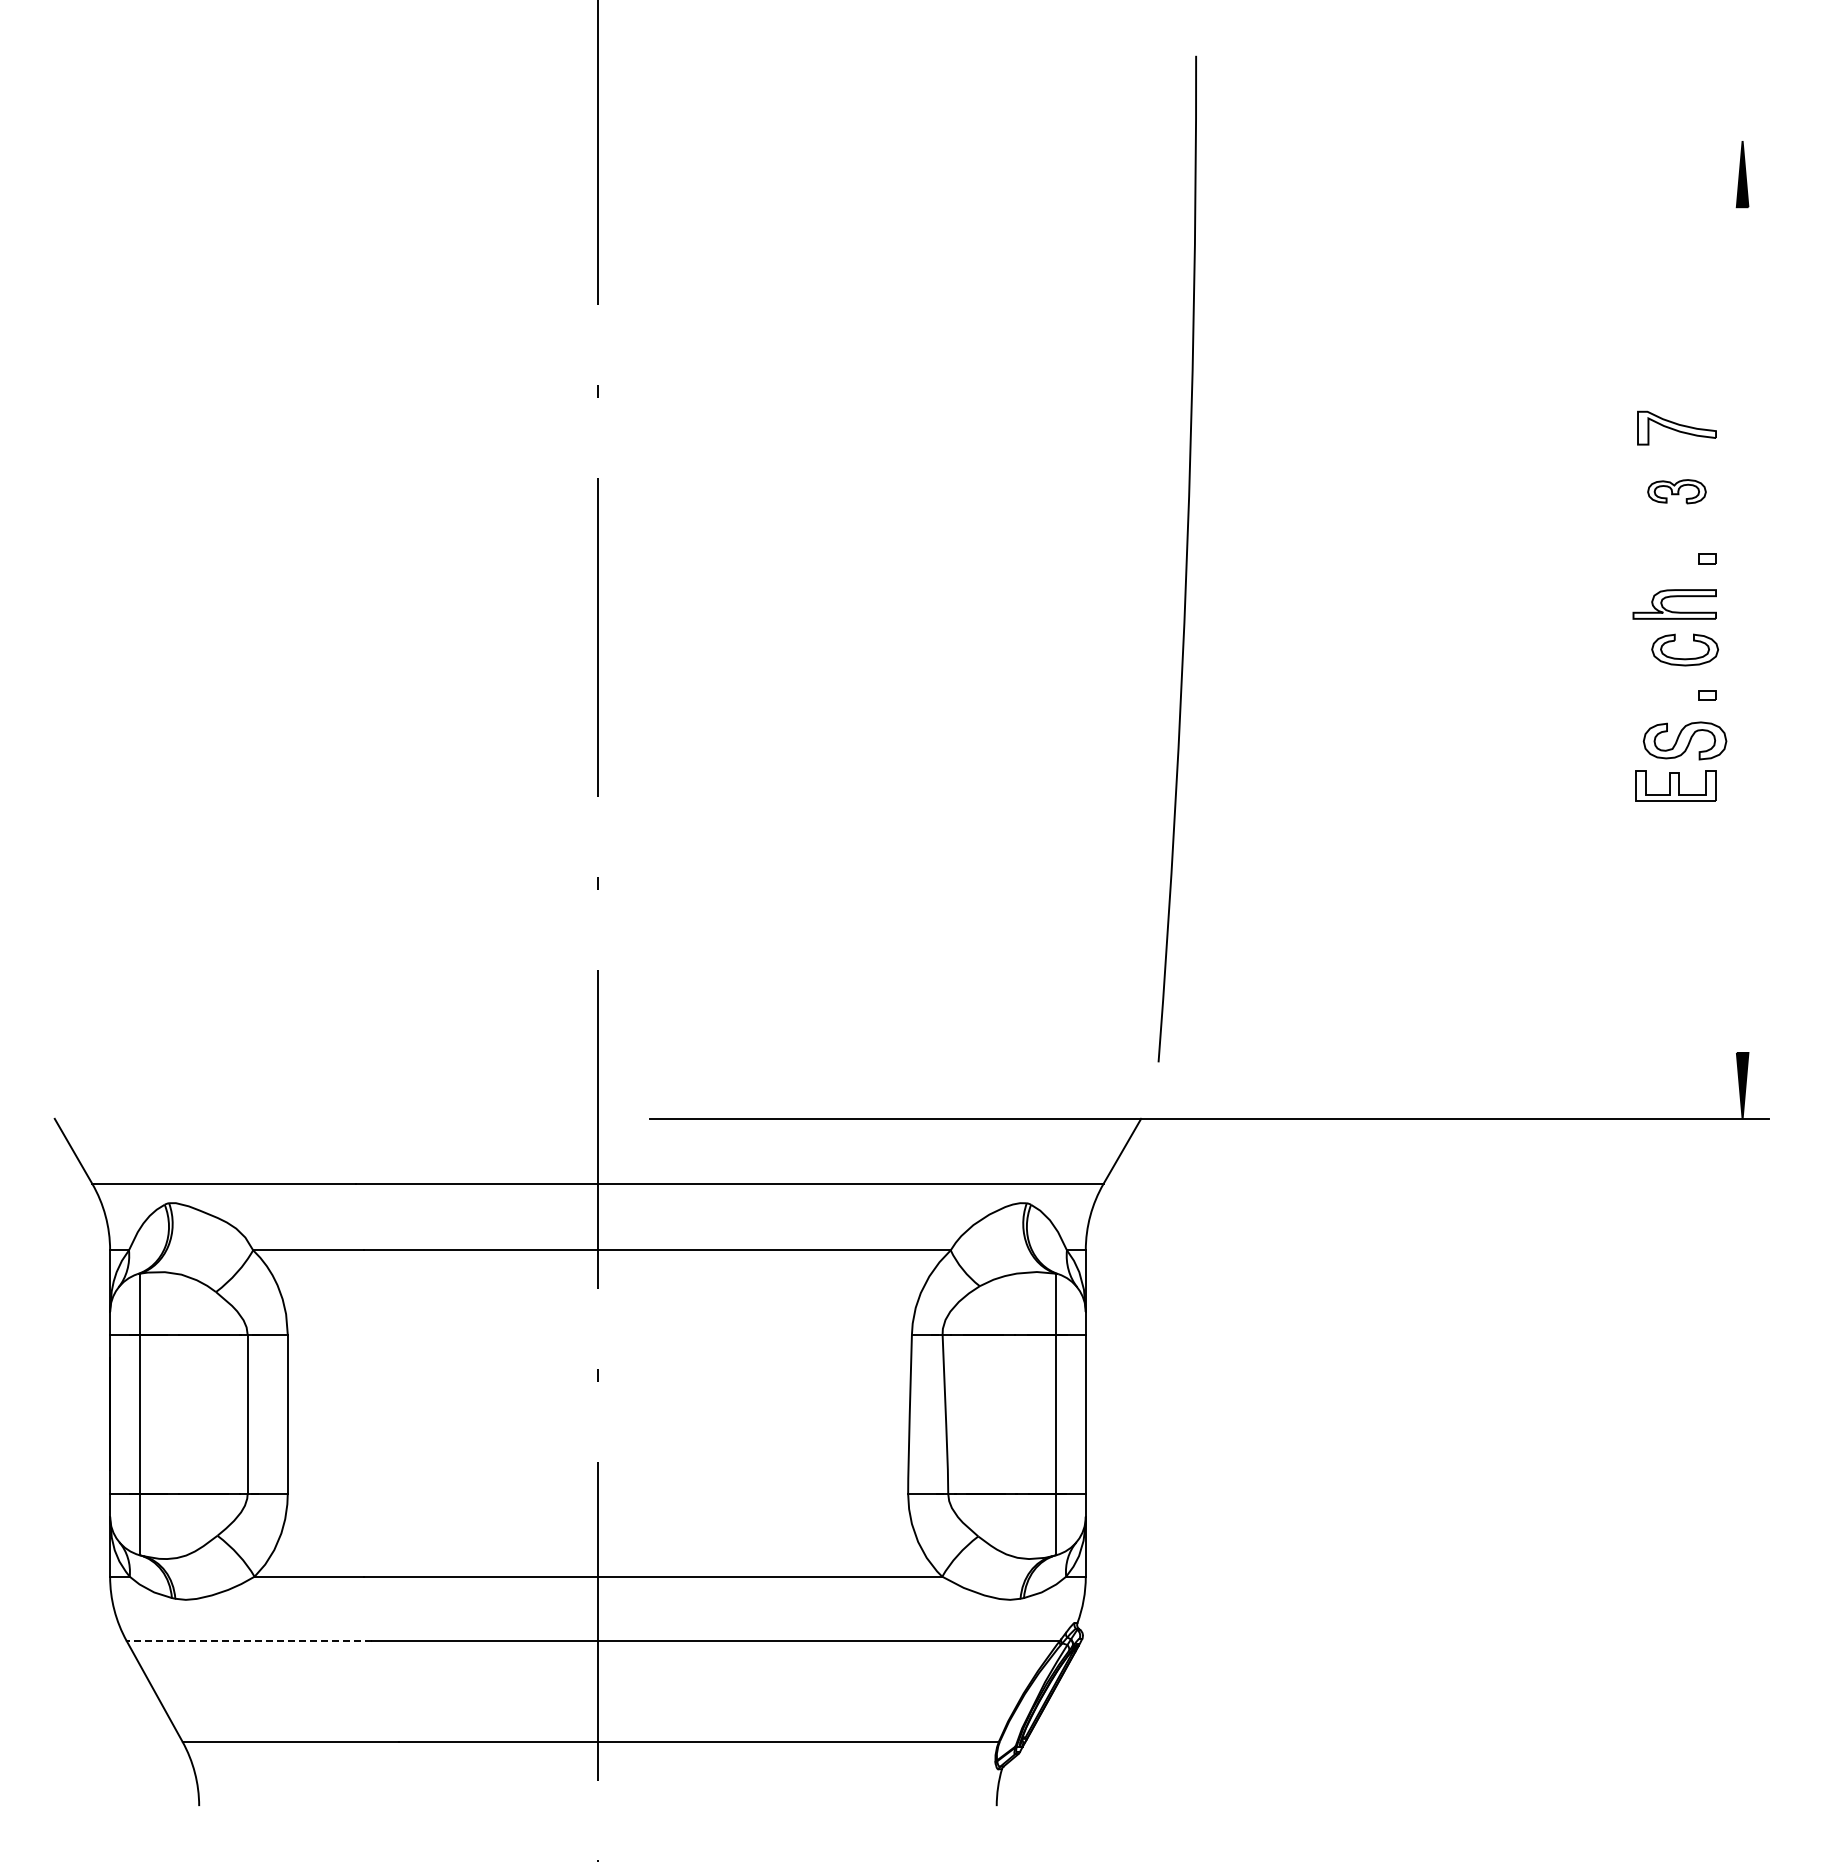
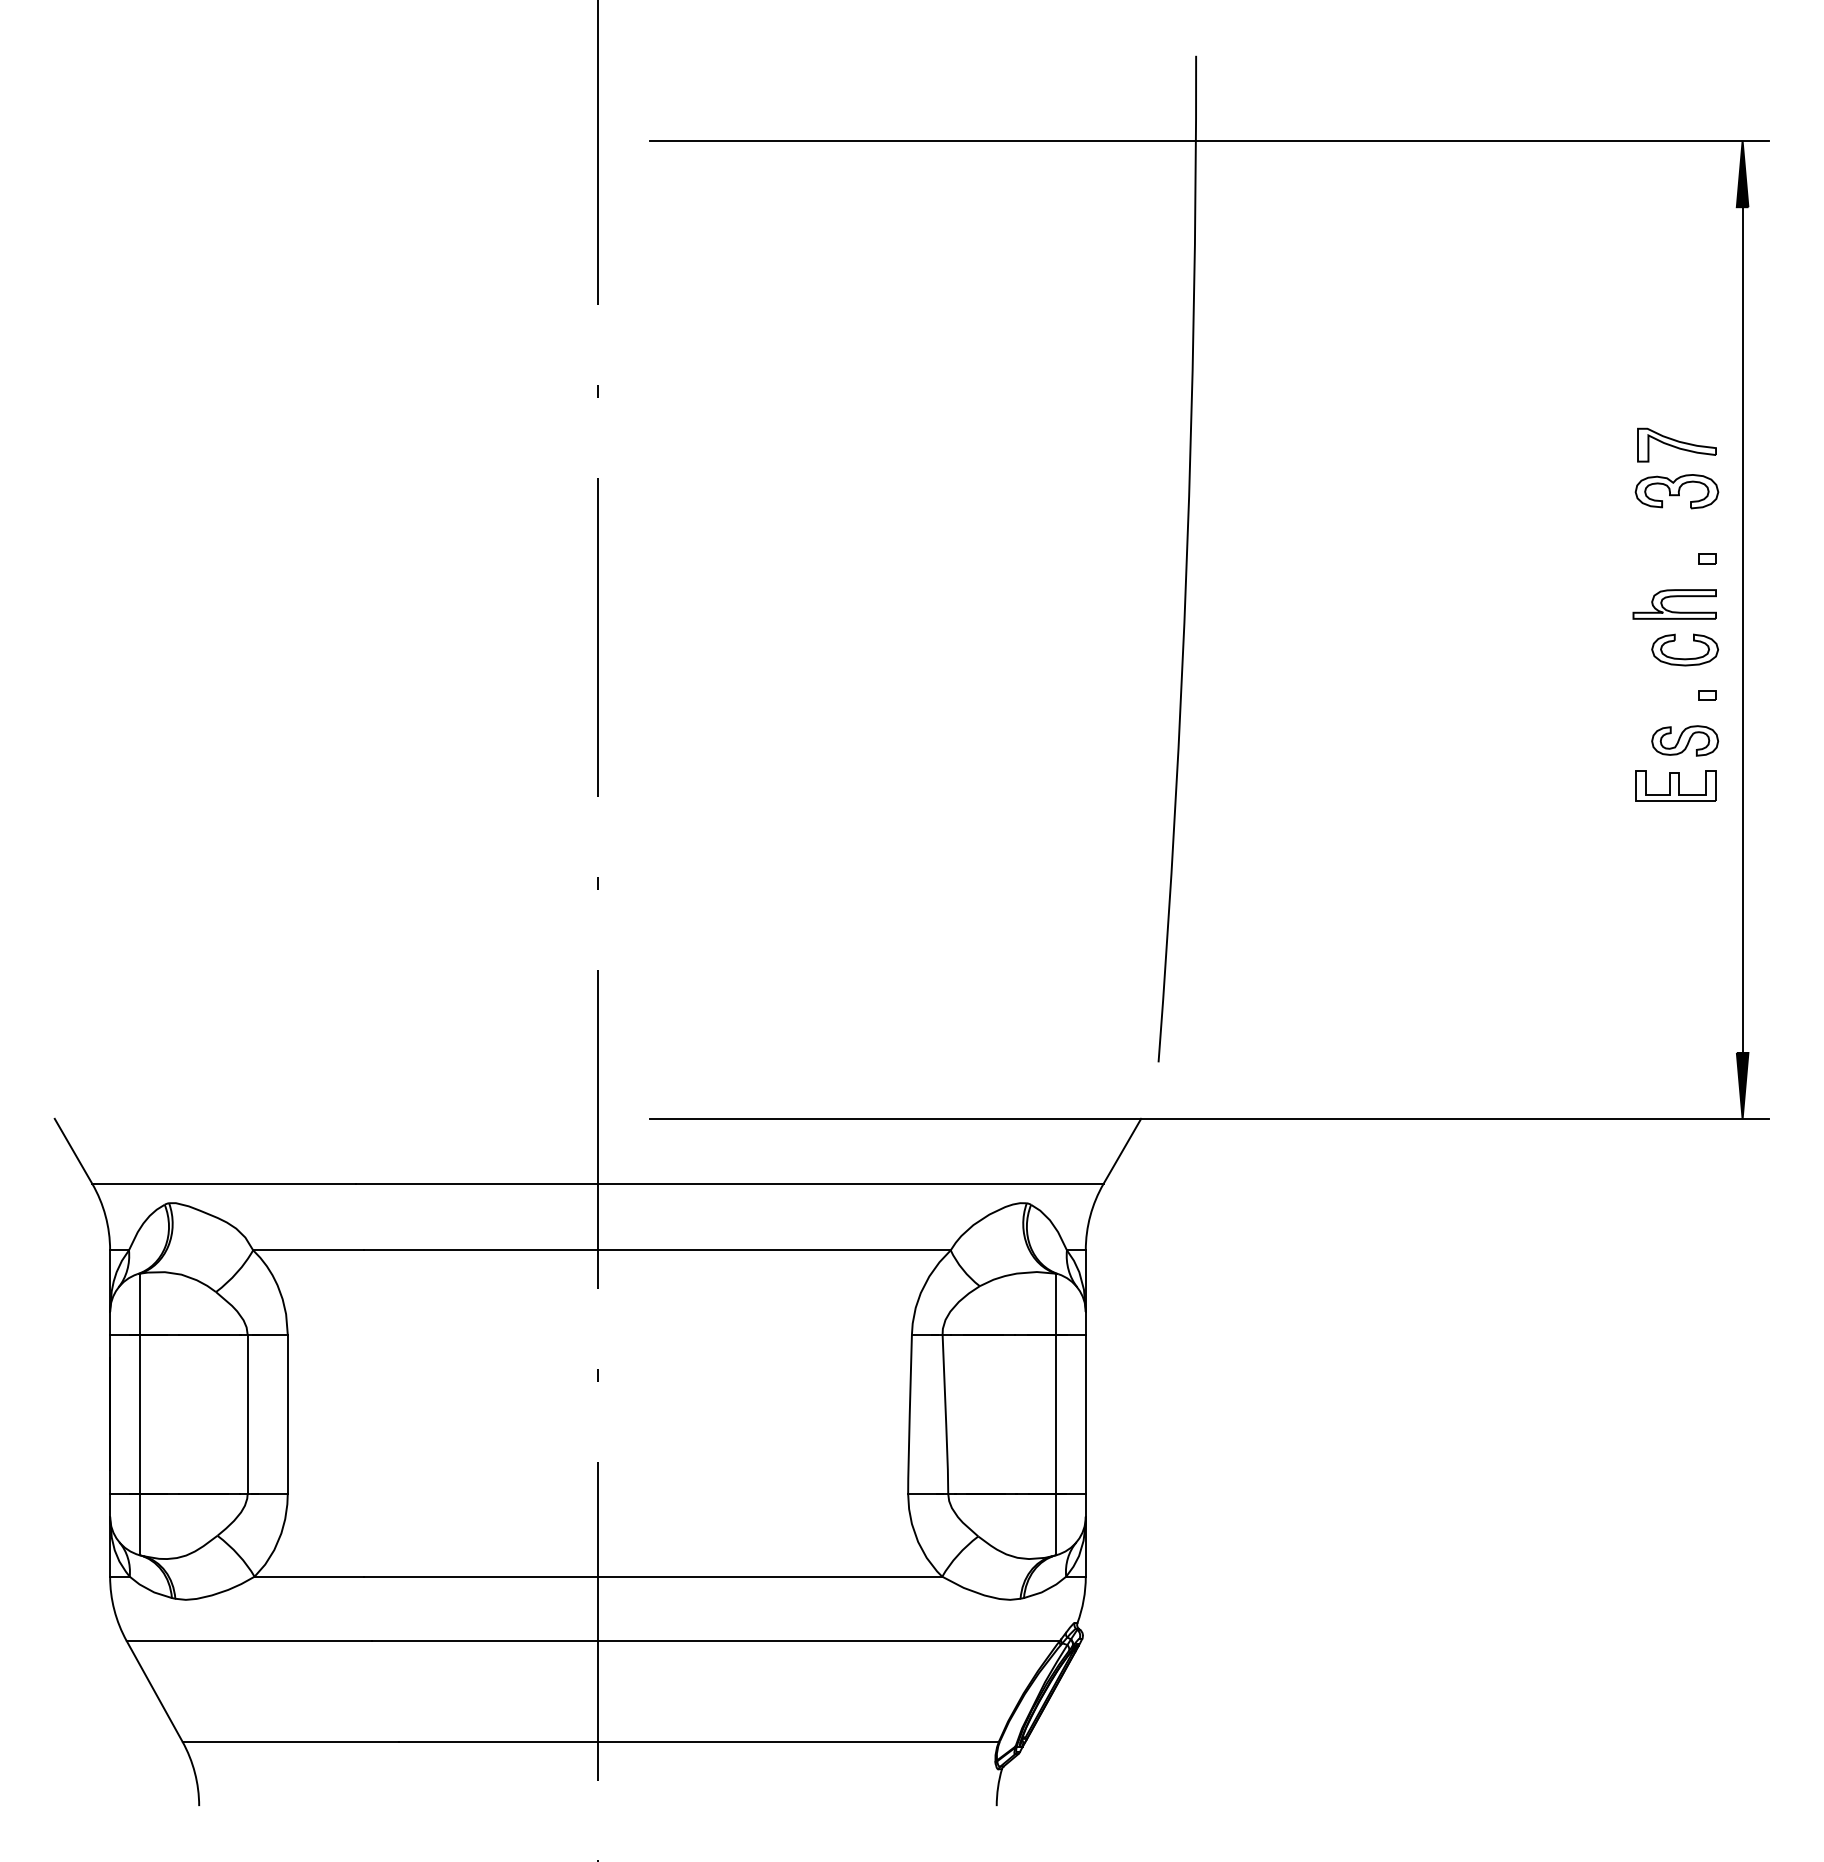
line at (1209, 141): none -> present
part at (1676, 427) position: (1676, 427) -> (1676, 444)
part at (1676, 491) size: 60x26 px -> 86x36 px
line at (1742, 629): none -> present
part at (1684, 740) size: 86x40 px -> 69x32 px
line at (249, 1641): dashed -> solid
